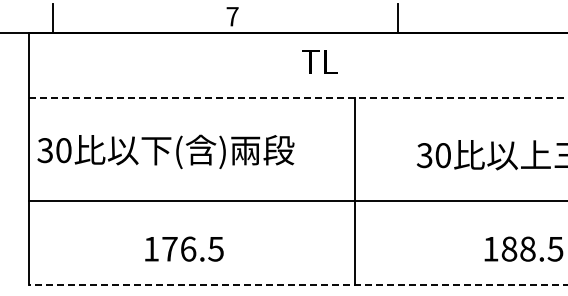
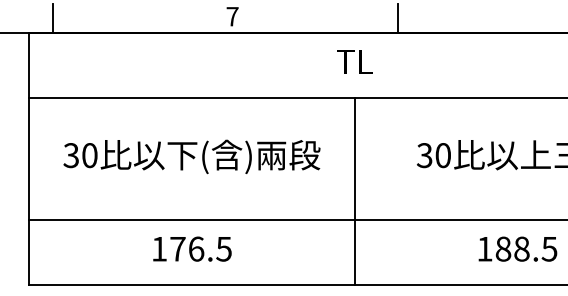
text at (319, 61) position: (319, 61) -> (354, 61)
line at (298, 97): dashed -> solid
text at (165, 151) position: (165, 151) -> (191, 156)
line at (296, 200) position: (296, 200) -> (296, 219)
text at (184, 248) position: (184, 248) -> (192, 248)
text at (523, 248) position: (523, 248) -> (517, 248)
line at (298, 284): dashed -> solid
